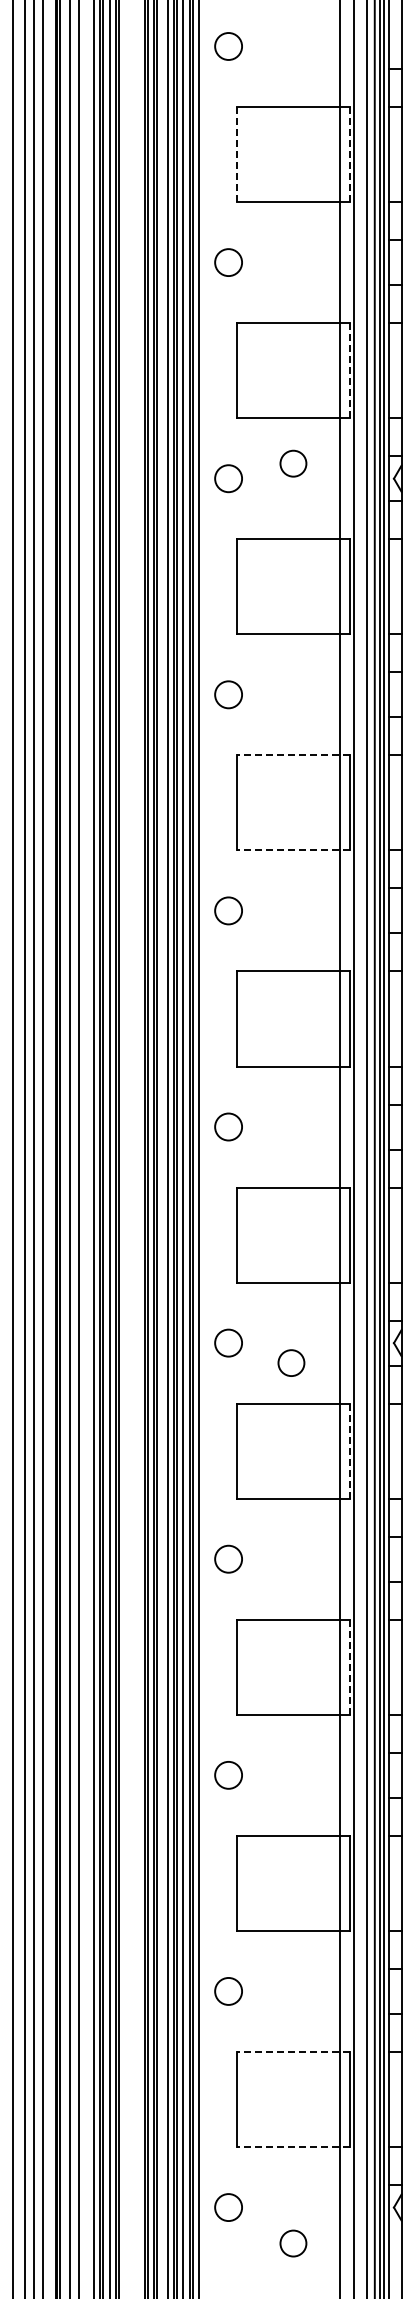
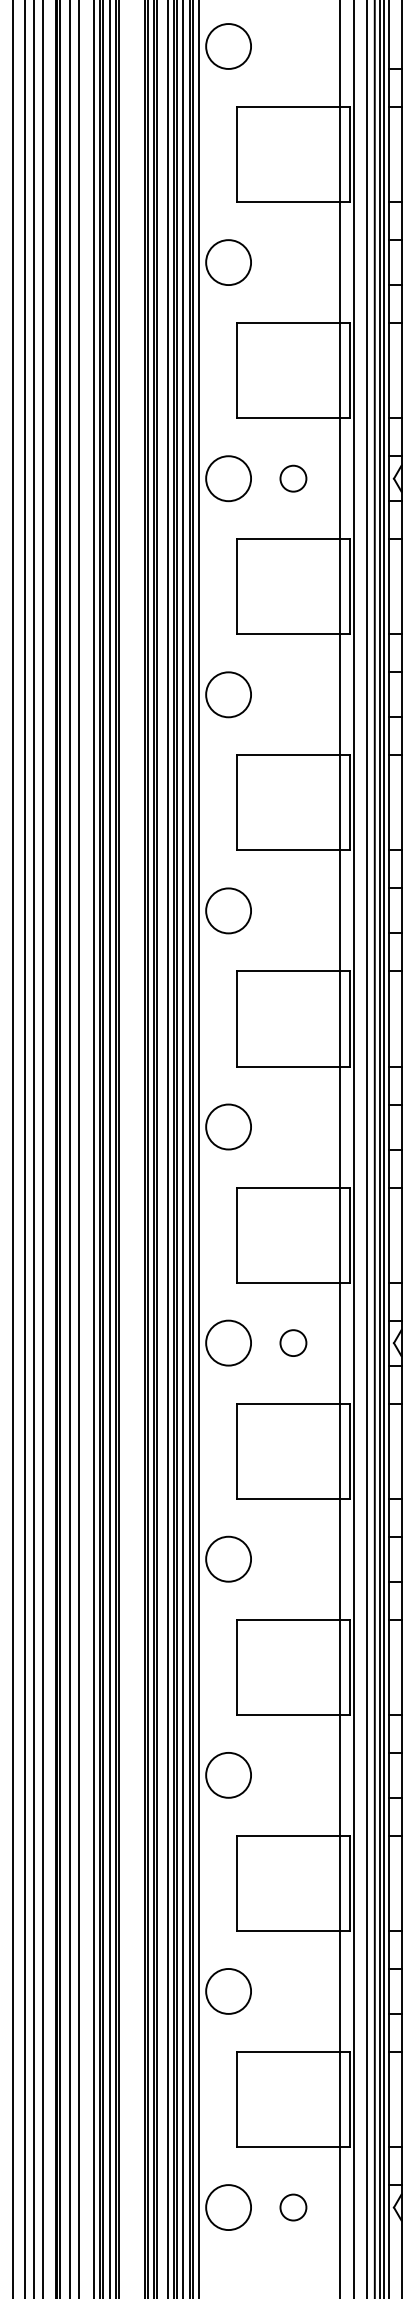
circle at (228, 46) diameter: 27 px -> 45 px
line at (237, 154): dashed -> solid
line at (349, 154): dashed -> solid
circle at (228, 262) diameter: 27 px -> 45 px
line at (349, 370): dashed -> solid
circle at (293, 463) position: (293, 463) -> (293, 478)
circle at (228, 478) diameter: 27 px -> 45 px
circle at (228, 694) diameter: 27 px -> 45 px
line at (292, 755): dashed -> solid
line at (292, 850): dashed -> solid
circle at (228, 910) diameter: 27 px -> 45 px
circle at (228, 1126) diameter: 27 px -> 45 px
circle at (228, 1342) diameter: 27 px -> 45 px
circle at (291, 1362) position: (291, 1362) -> (293, 1342)
line at (349, 1451): dashed -> solid
circle at (228, 1558) diameter: 27 px -> 45 px
line at (349, 1667): dashed -> solid
circle at (228, 1774) diameter: 27 px -> 45 px
circle at (228, 1990) diameter: 27 px -> 45 px
line at (292, 2051): dashed -> solid
line at (292, 2147): dashed -> solid
circle at (228, 2207) diameter: 27 px -> 45 px
circle at (293, 2243) position: (293, 2243) -> (293, 2207)
